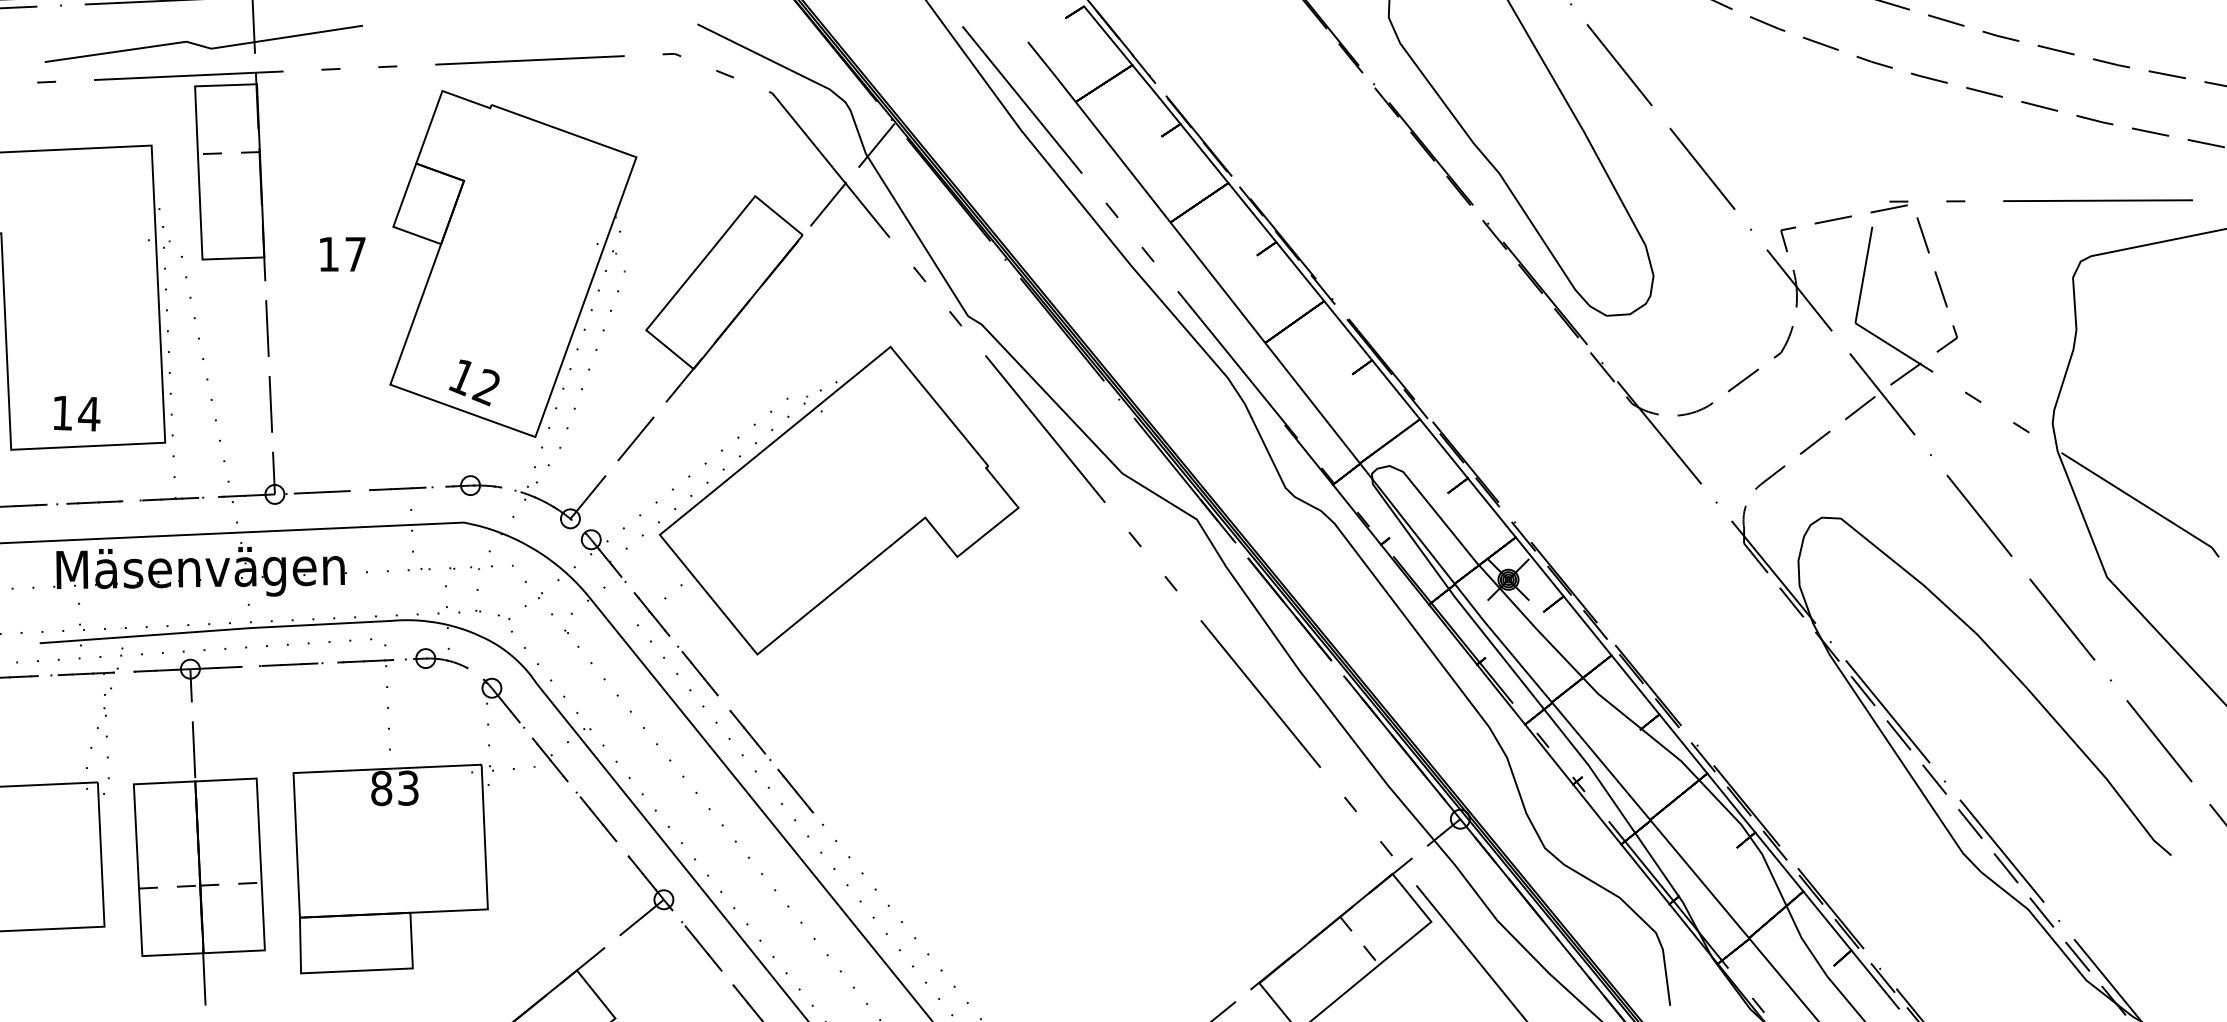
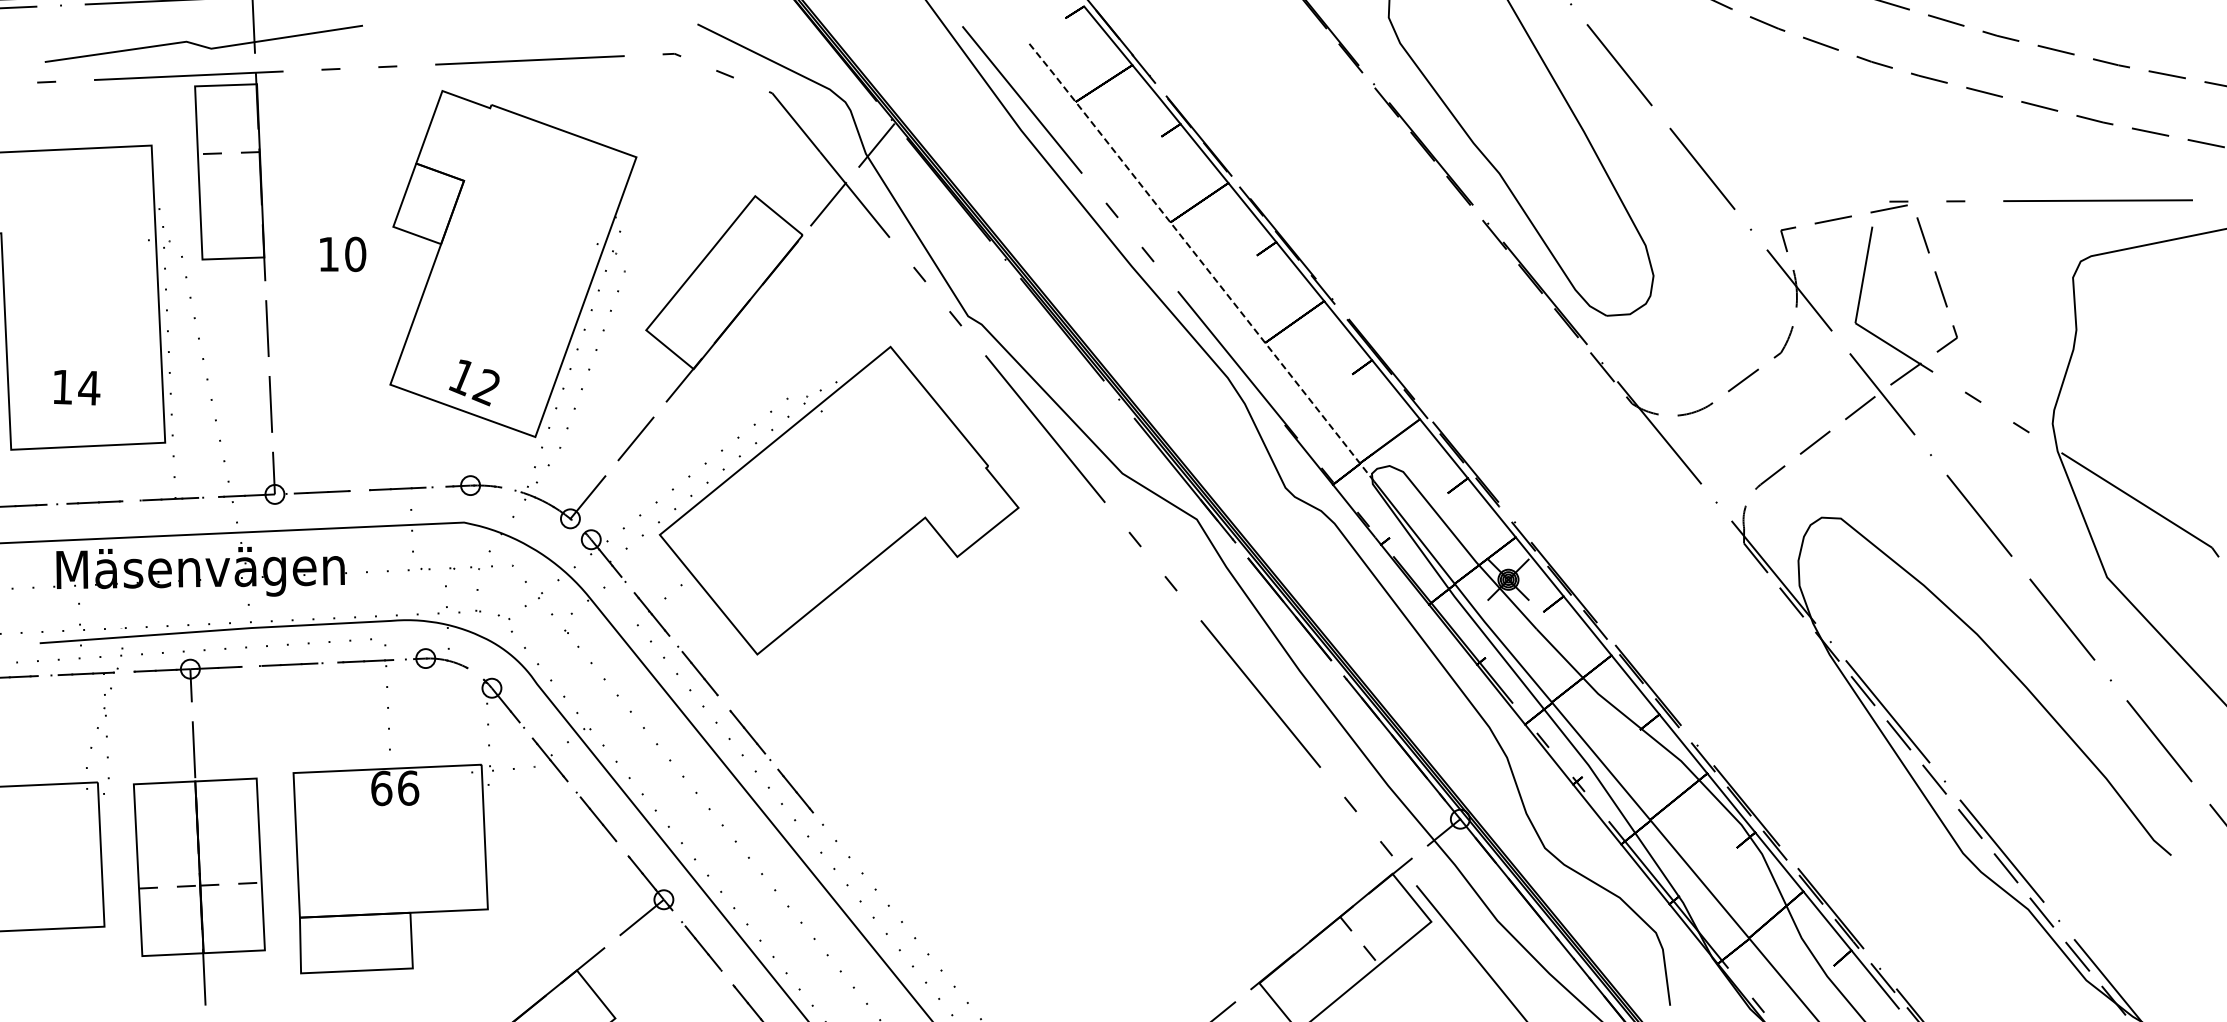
text at (355, 254): 17 -> 10
line at (1200, 260): solid -> dashed
text at (77, 413) position: (77, 413) -> (77, 387)
text at (395, 788): 83 -> 66
